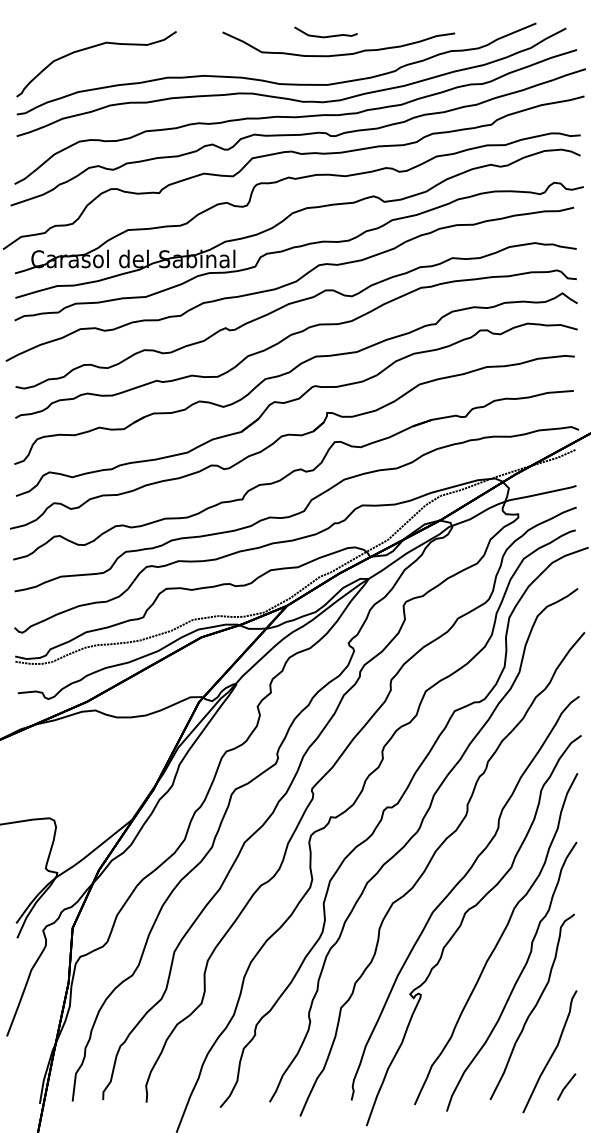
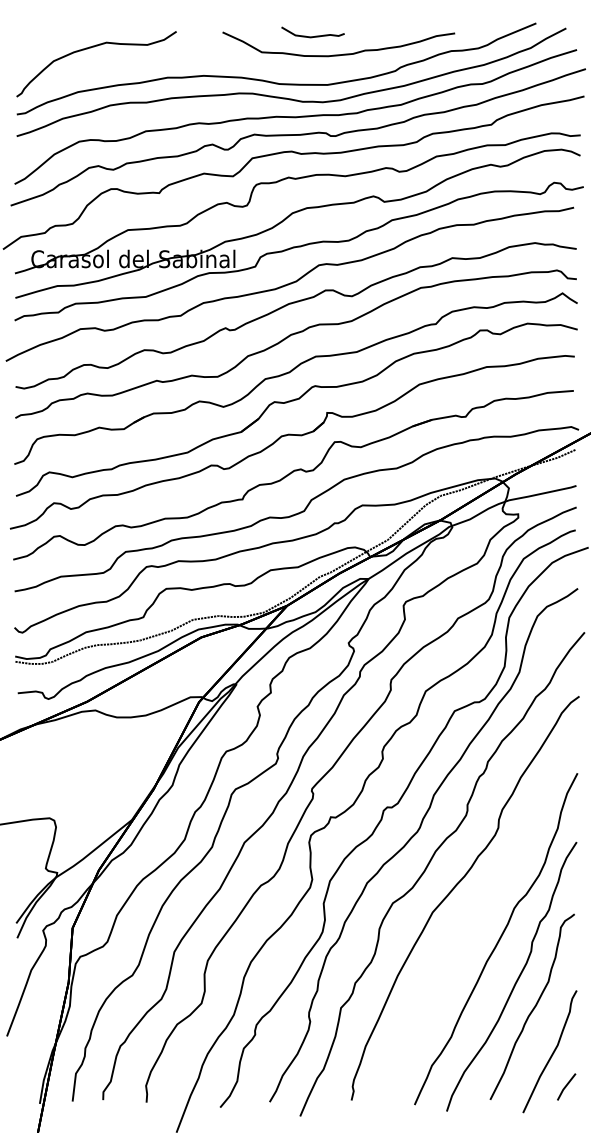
part at (325, 32) position: (325, 32) -> (312, 32)
curve at (461, 925): present -> none
